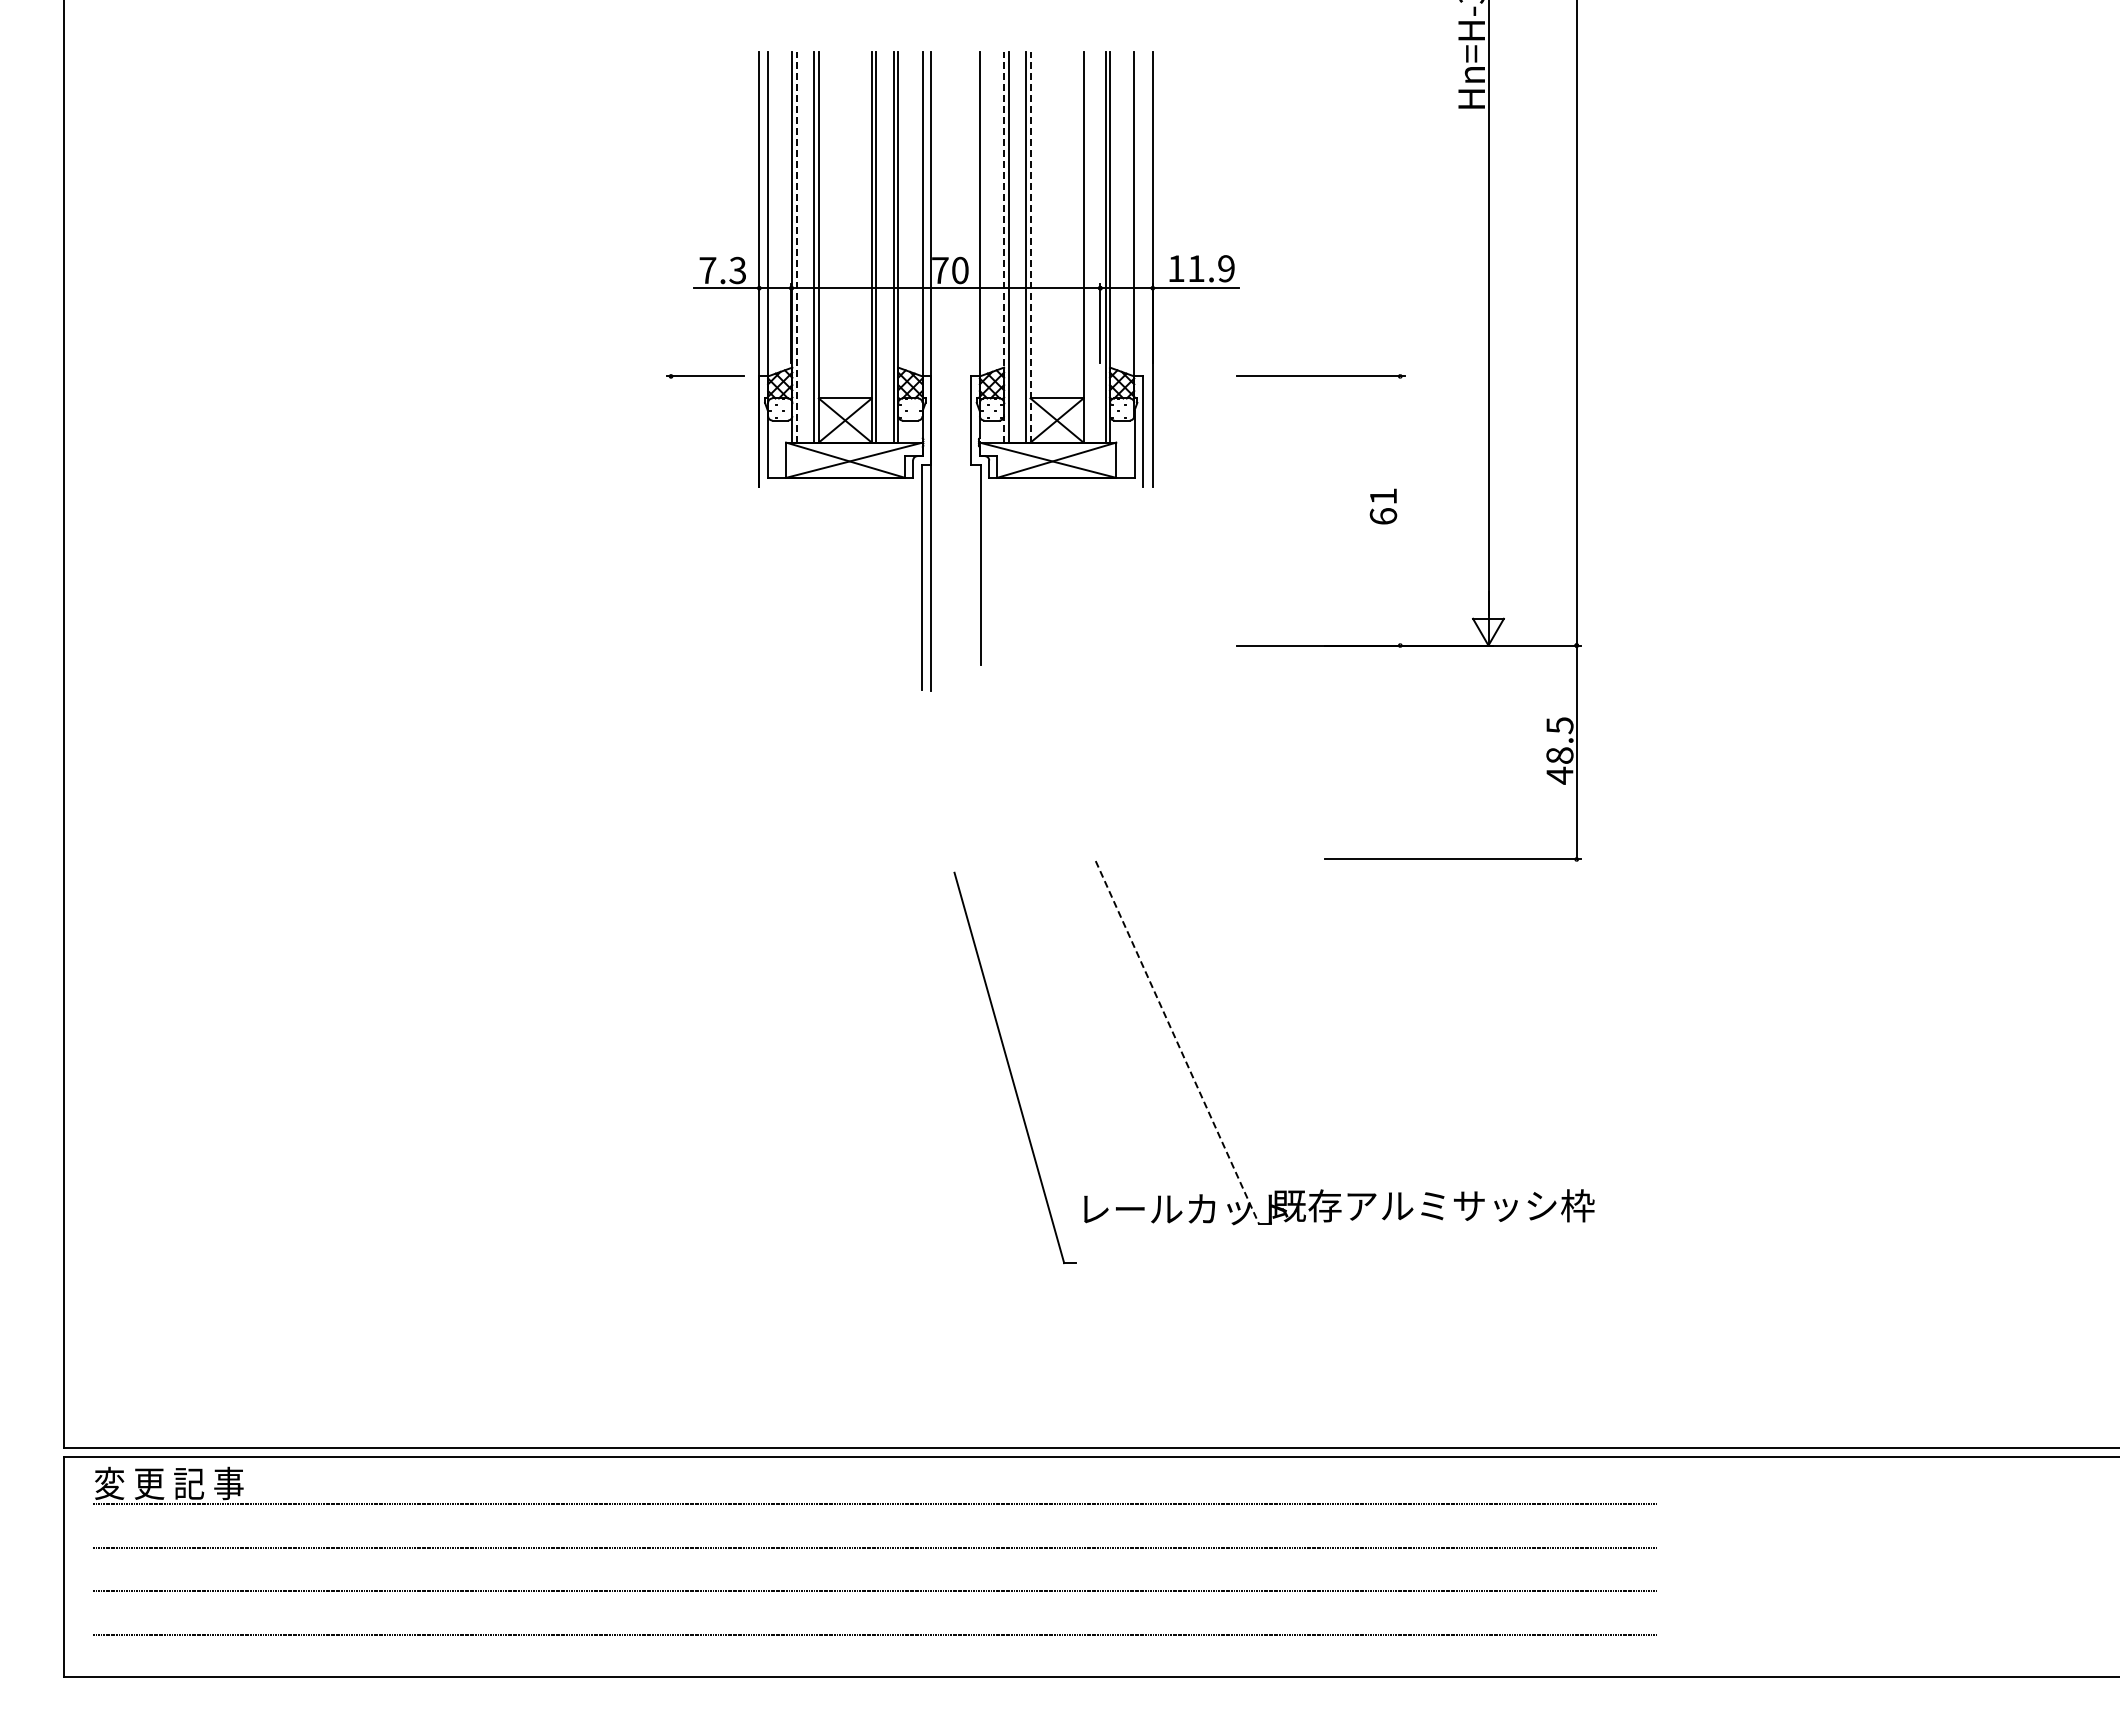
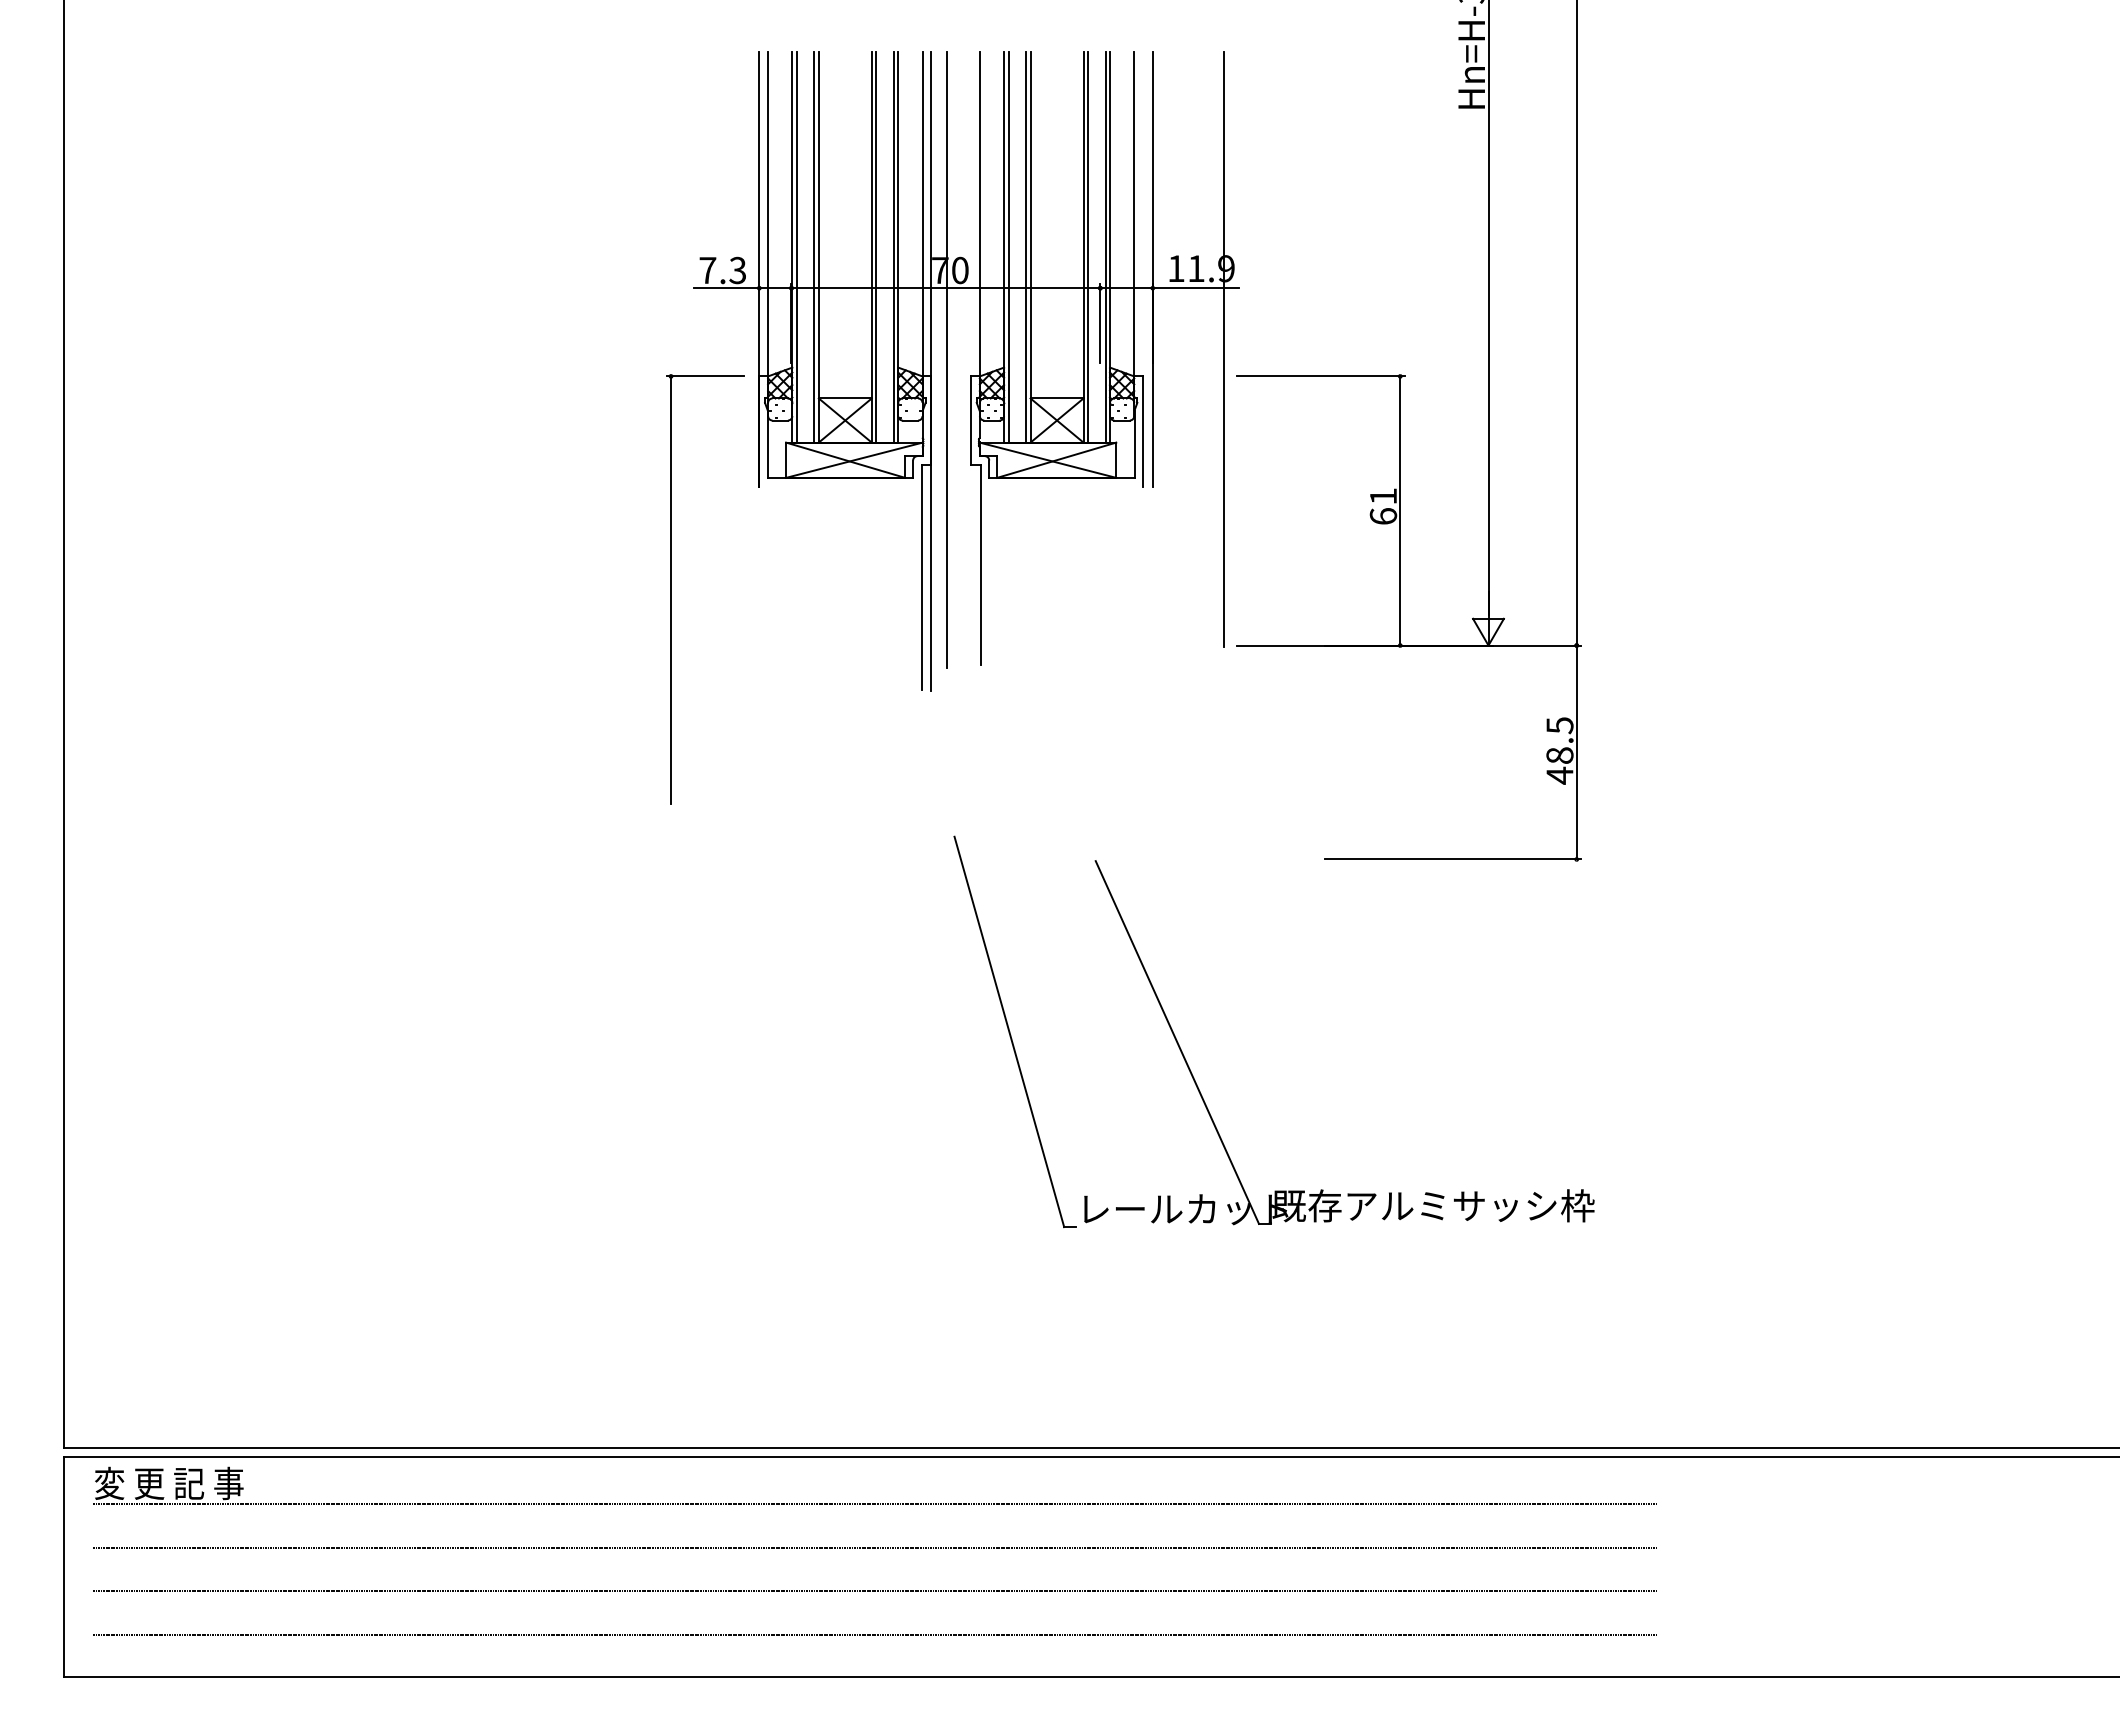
line at (796, 246): dashed -> solid
line at (1004, 246): dashed -> solid
line at (1030, 246): dashed -> solid
line at (1087, 247): none -> present
line at (1223, 349): none -> present
line at (946, 359): none -> present
line at (1400, 510): none -> present
line at (671, 590): none -> present
line at (1177, 1042): dashed -> solid
part at (1014, 1067) position: (1014, 1067) -> (1014, 1031)
